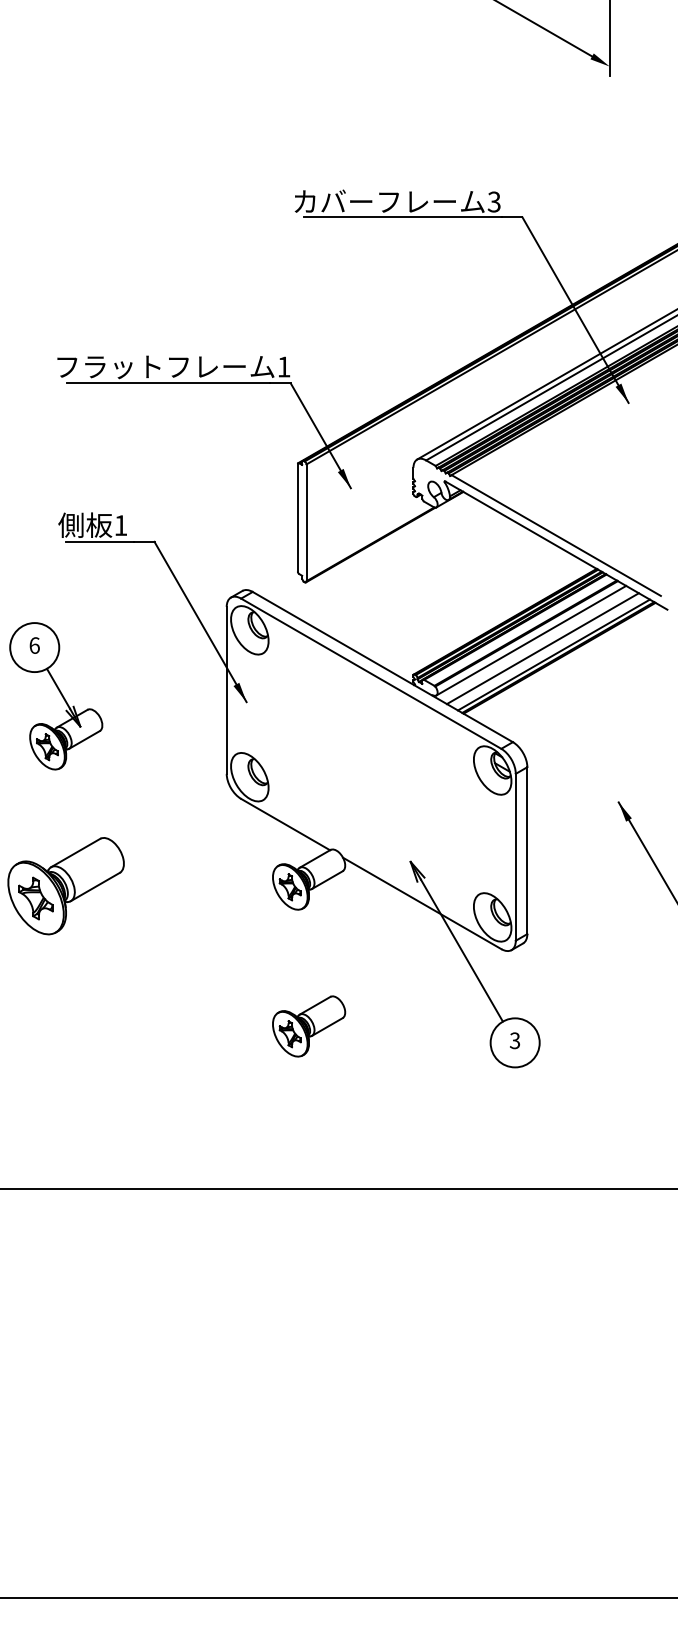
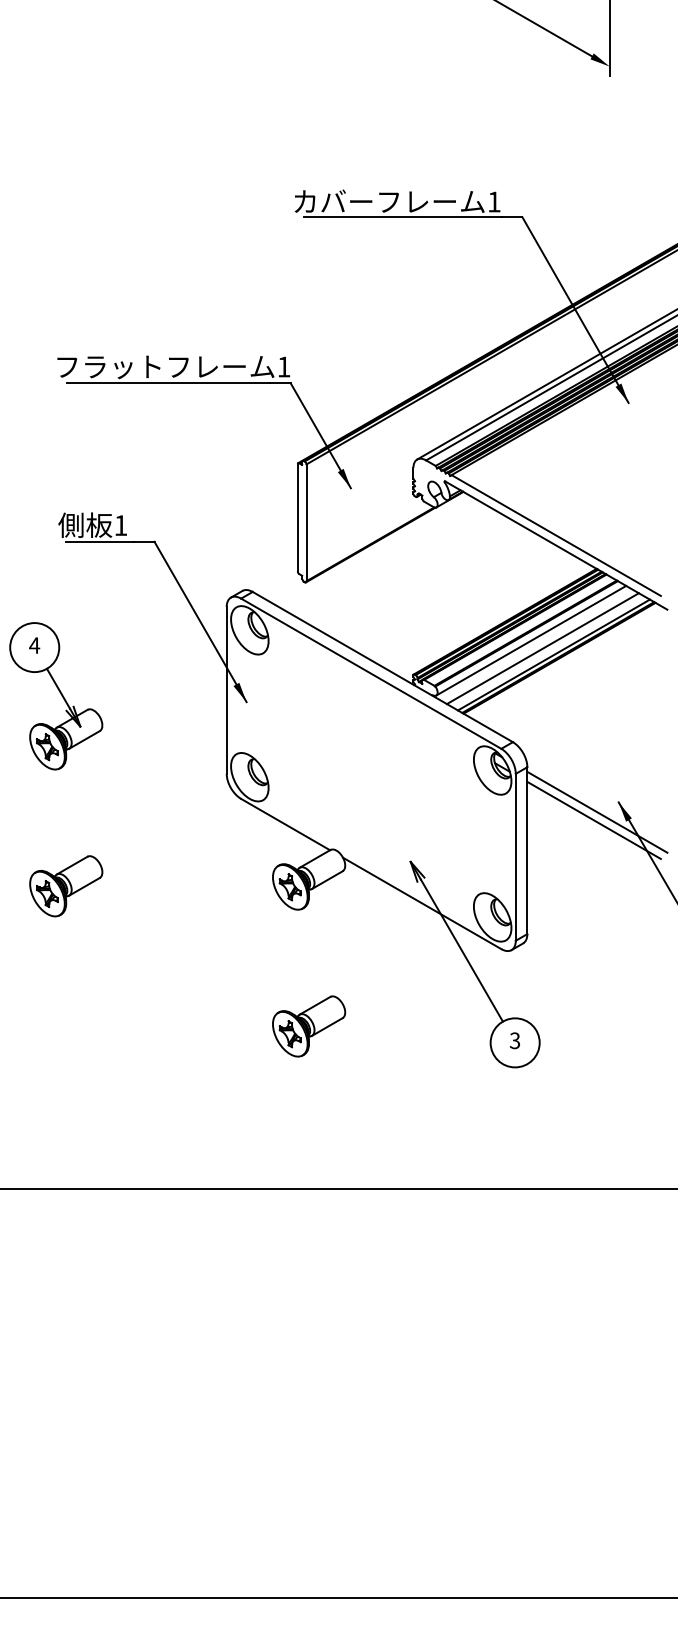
text at (493, 201): 3 -> 1
text at (34, 645): 6 -> 4
line at (597, 811): none -> present
line at (593, 820): none -> present
part at (65, 886) size: 118x99 px -> 75x63 px
